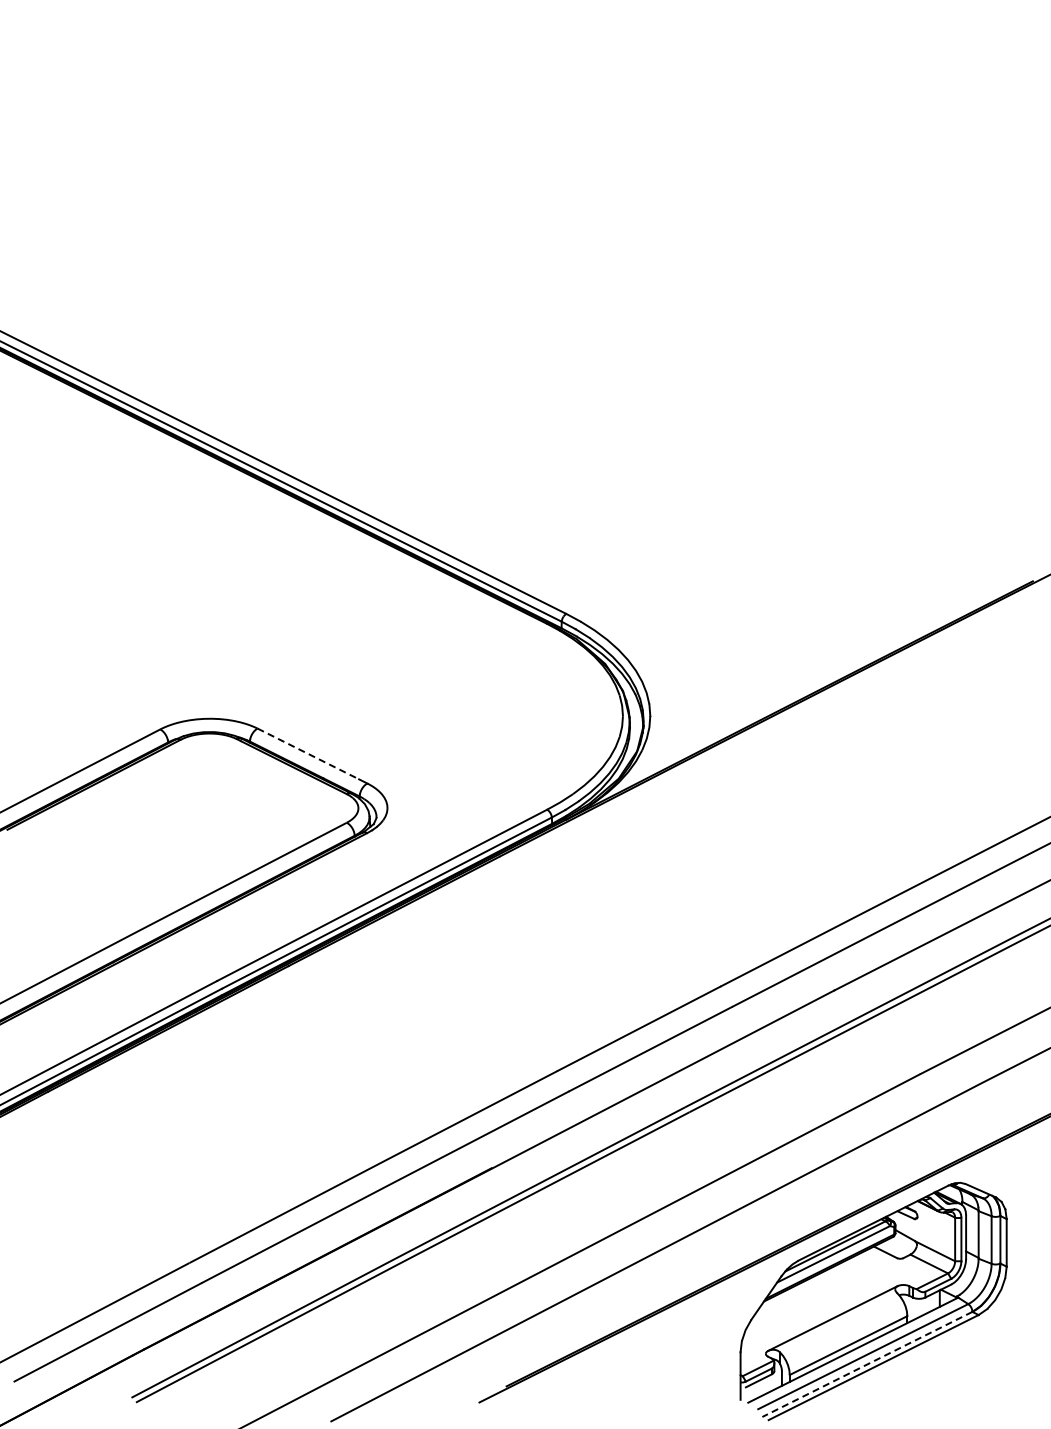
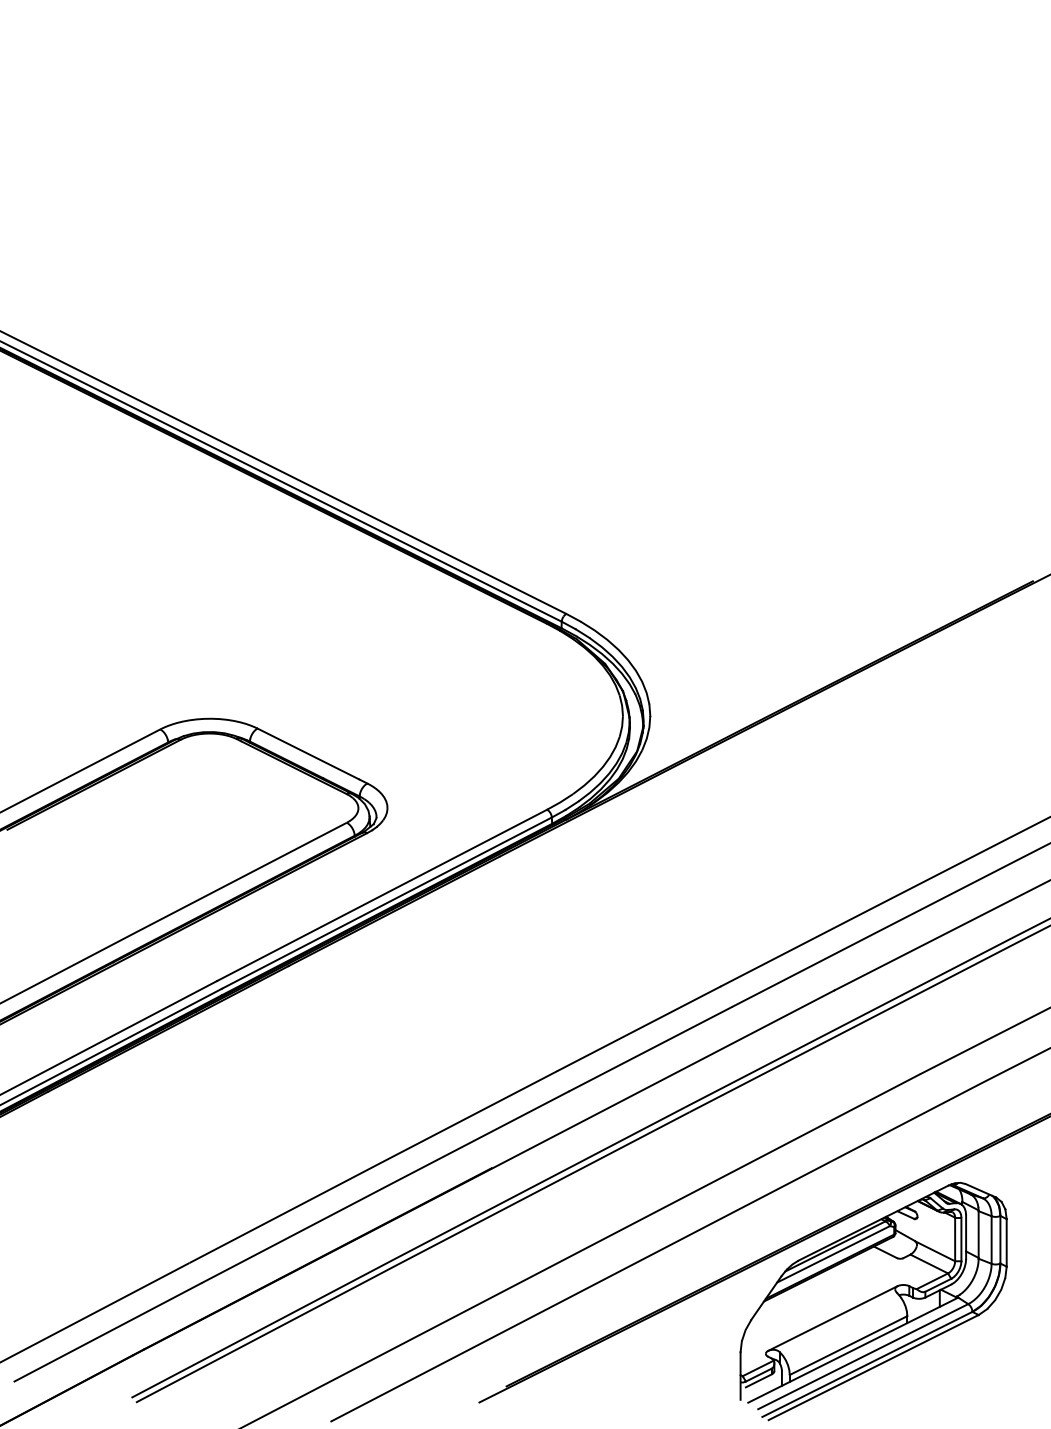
line at (308, 753): dashed -> solid
line at (866, 1364): dashed -> solid
